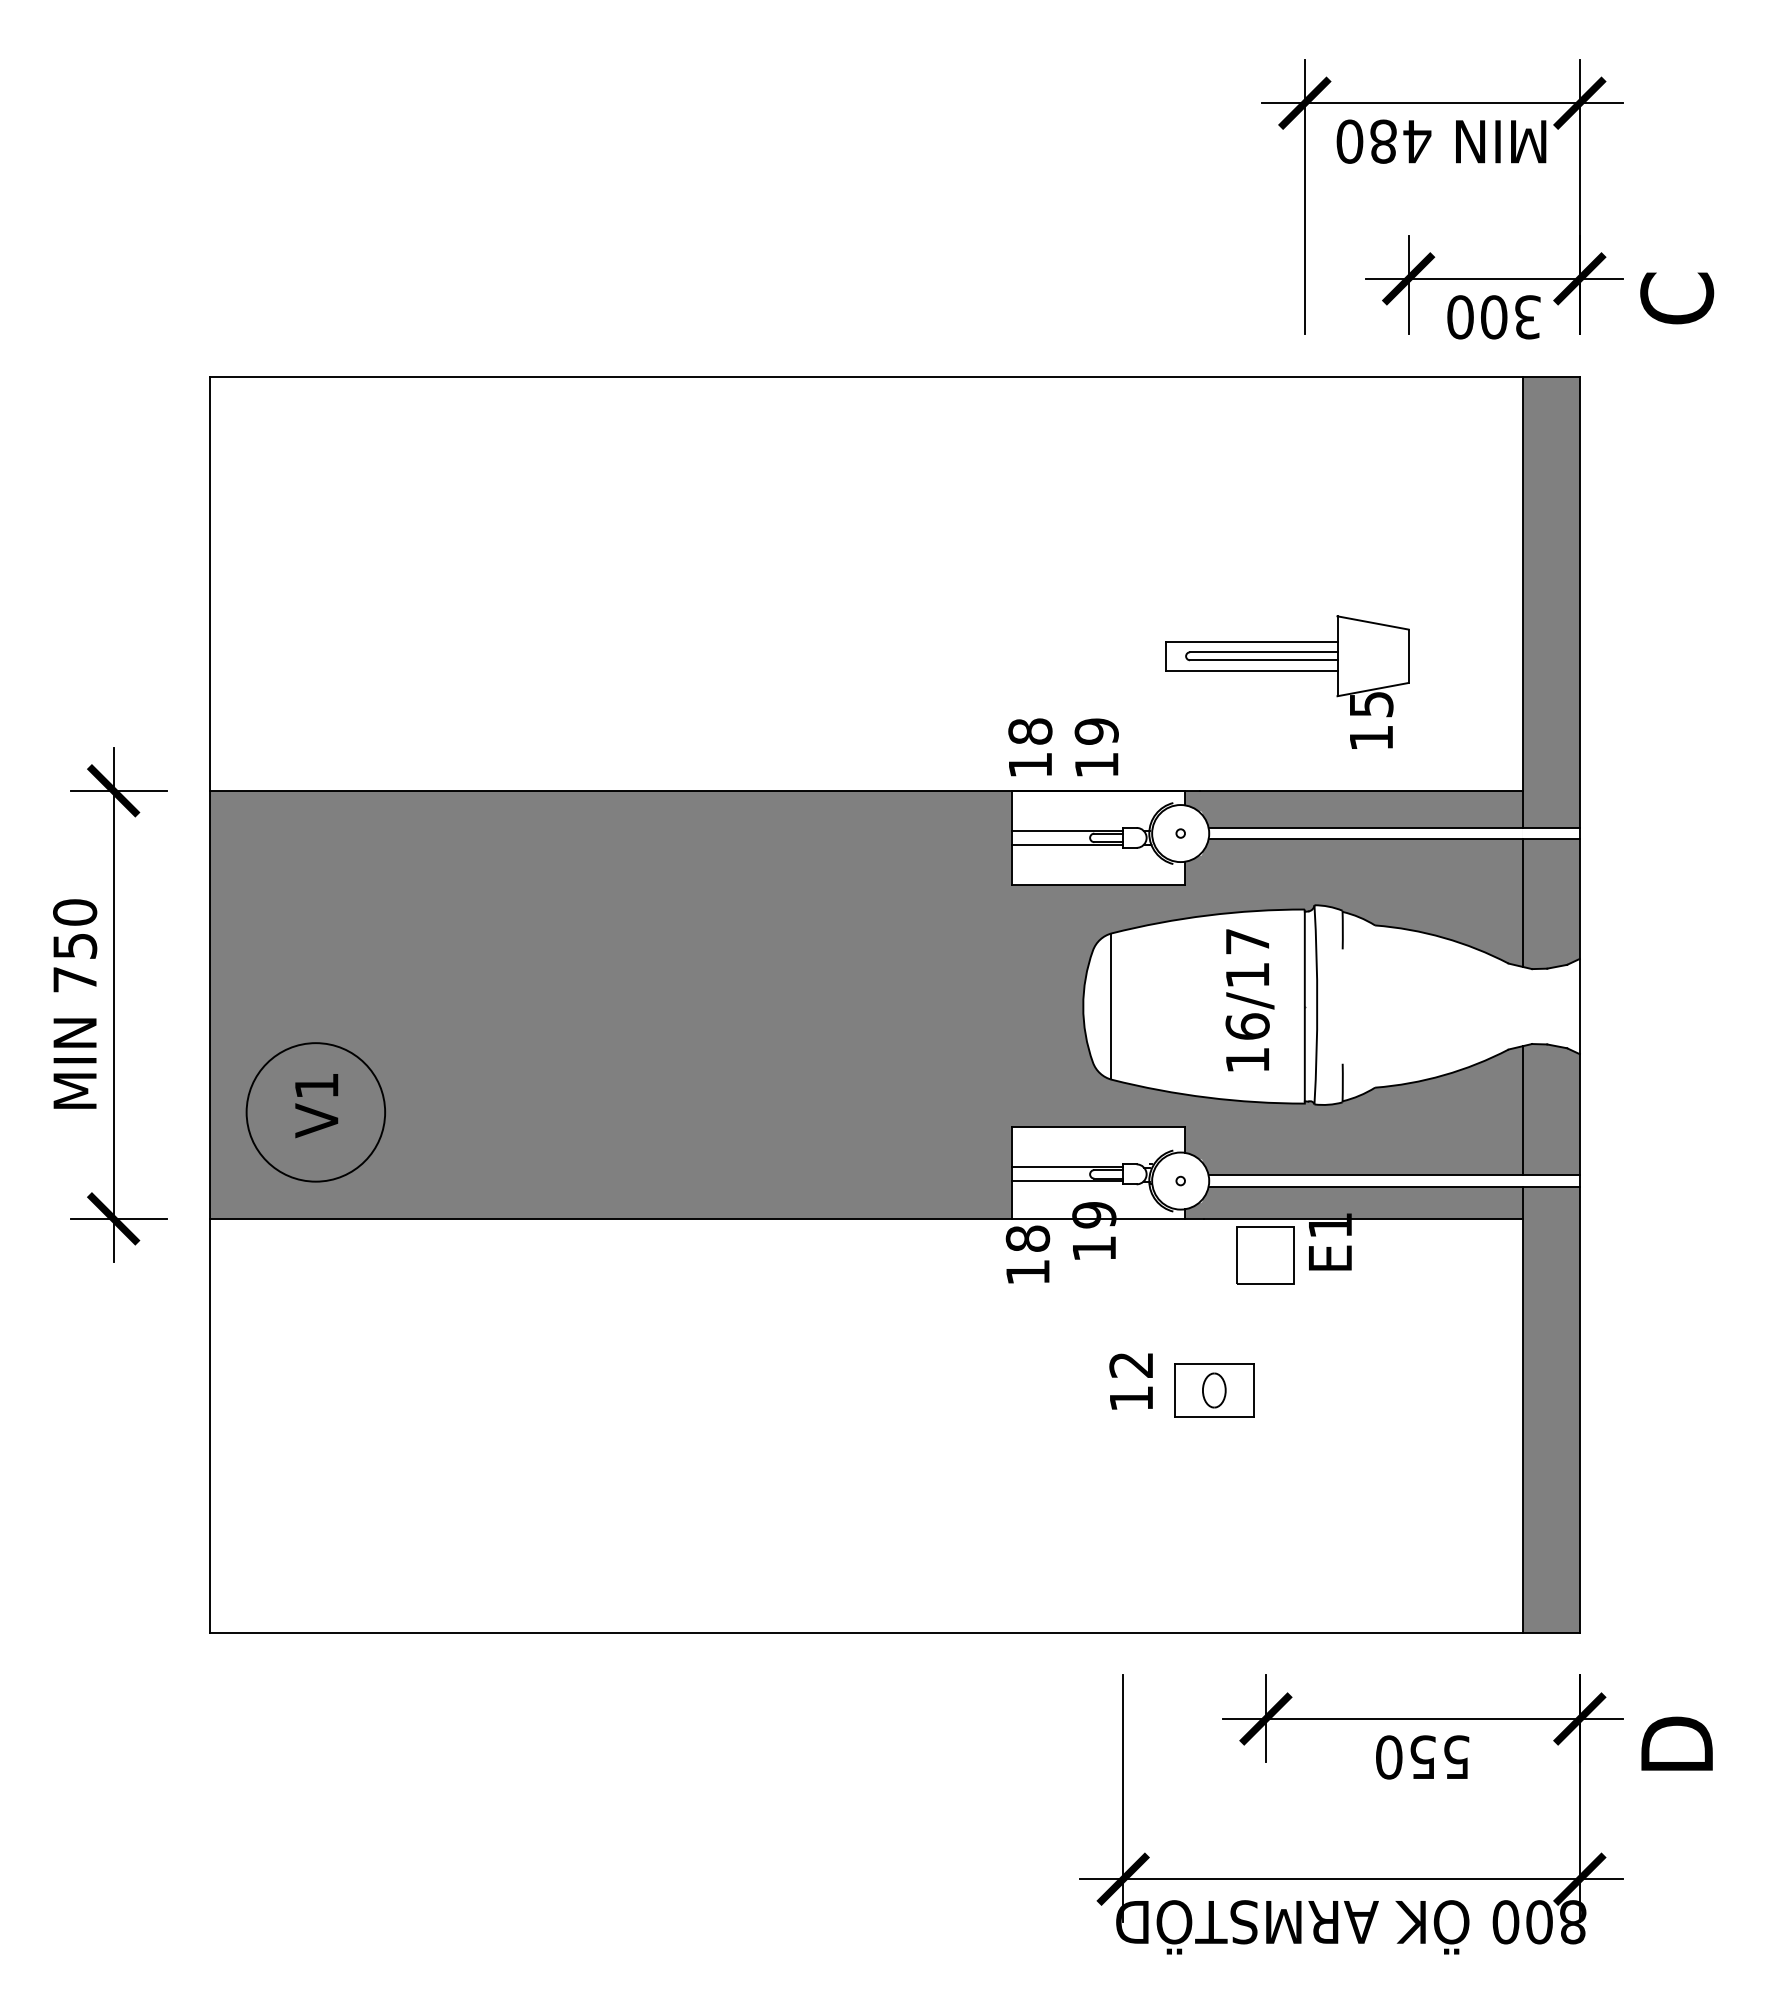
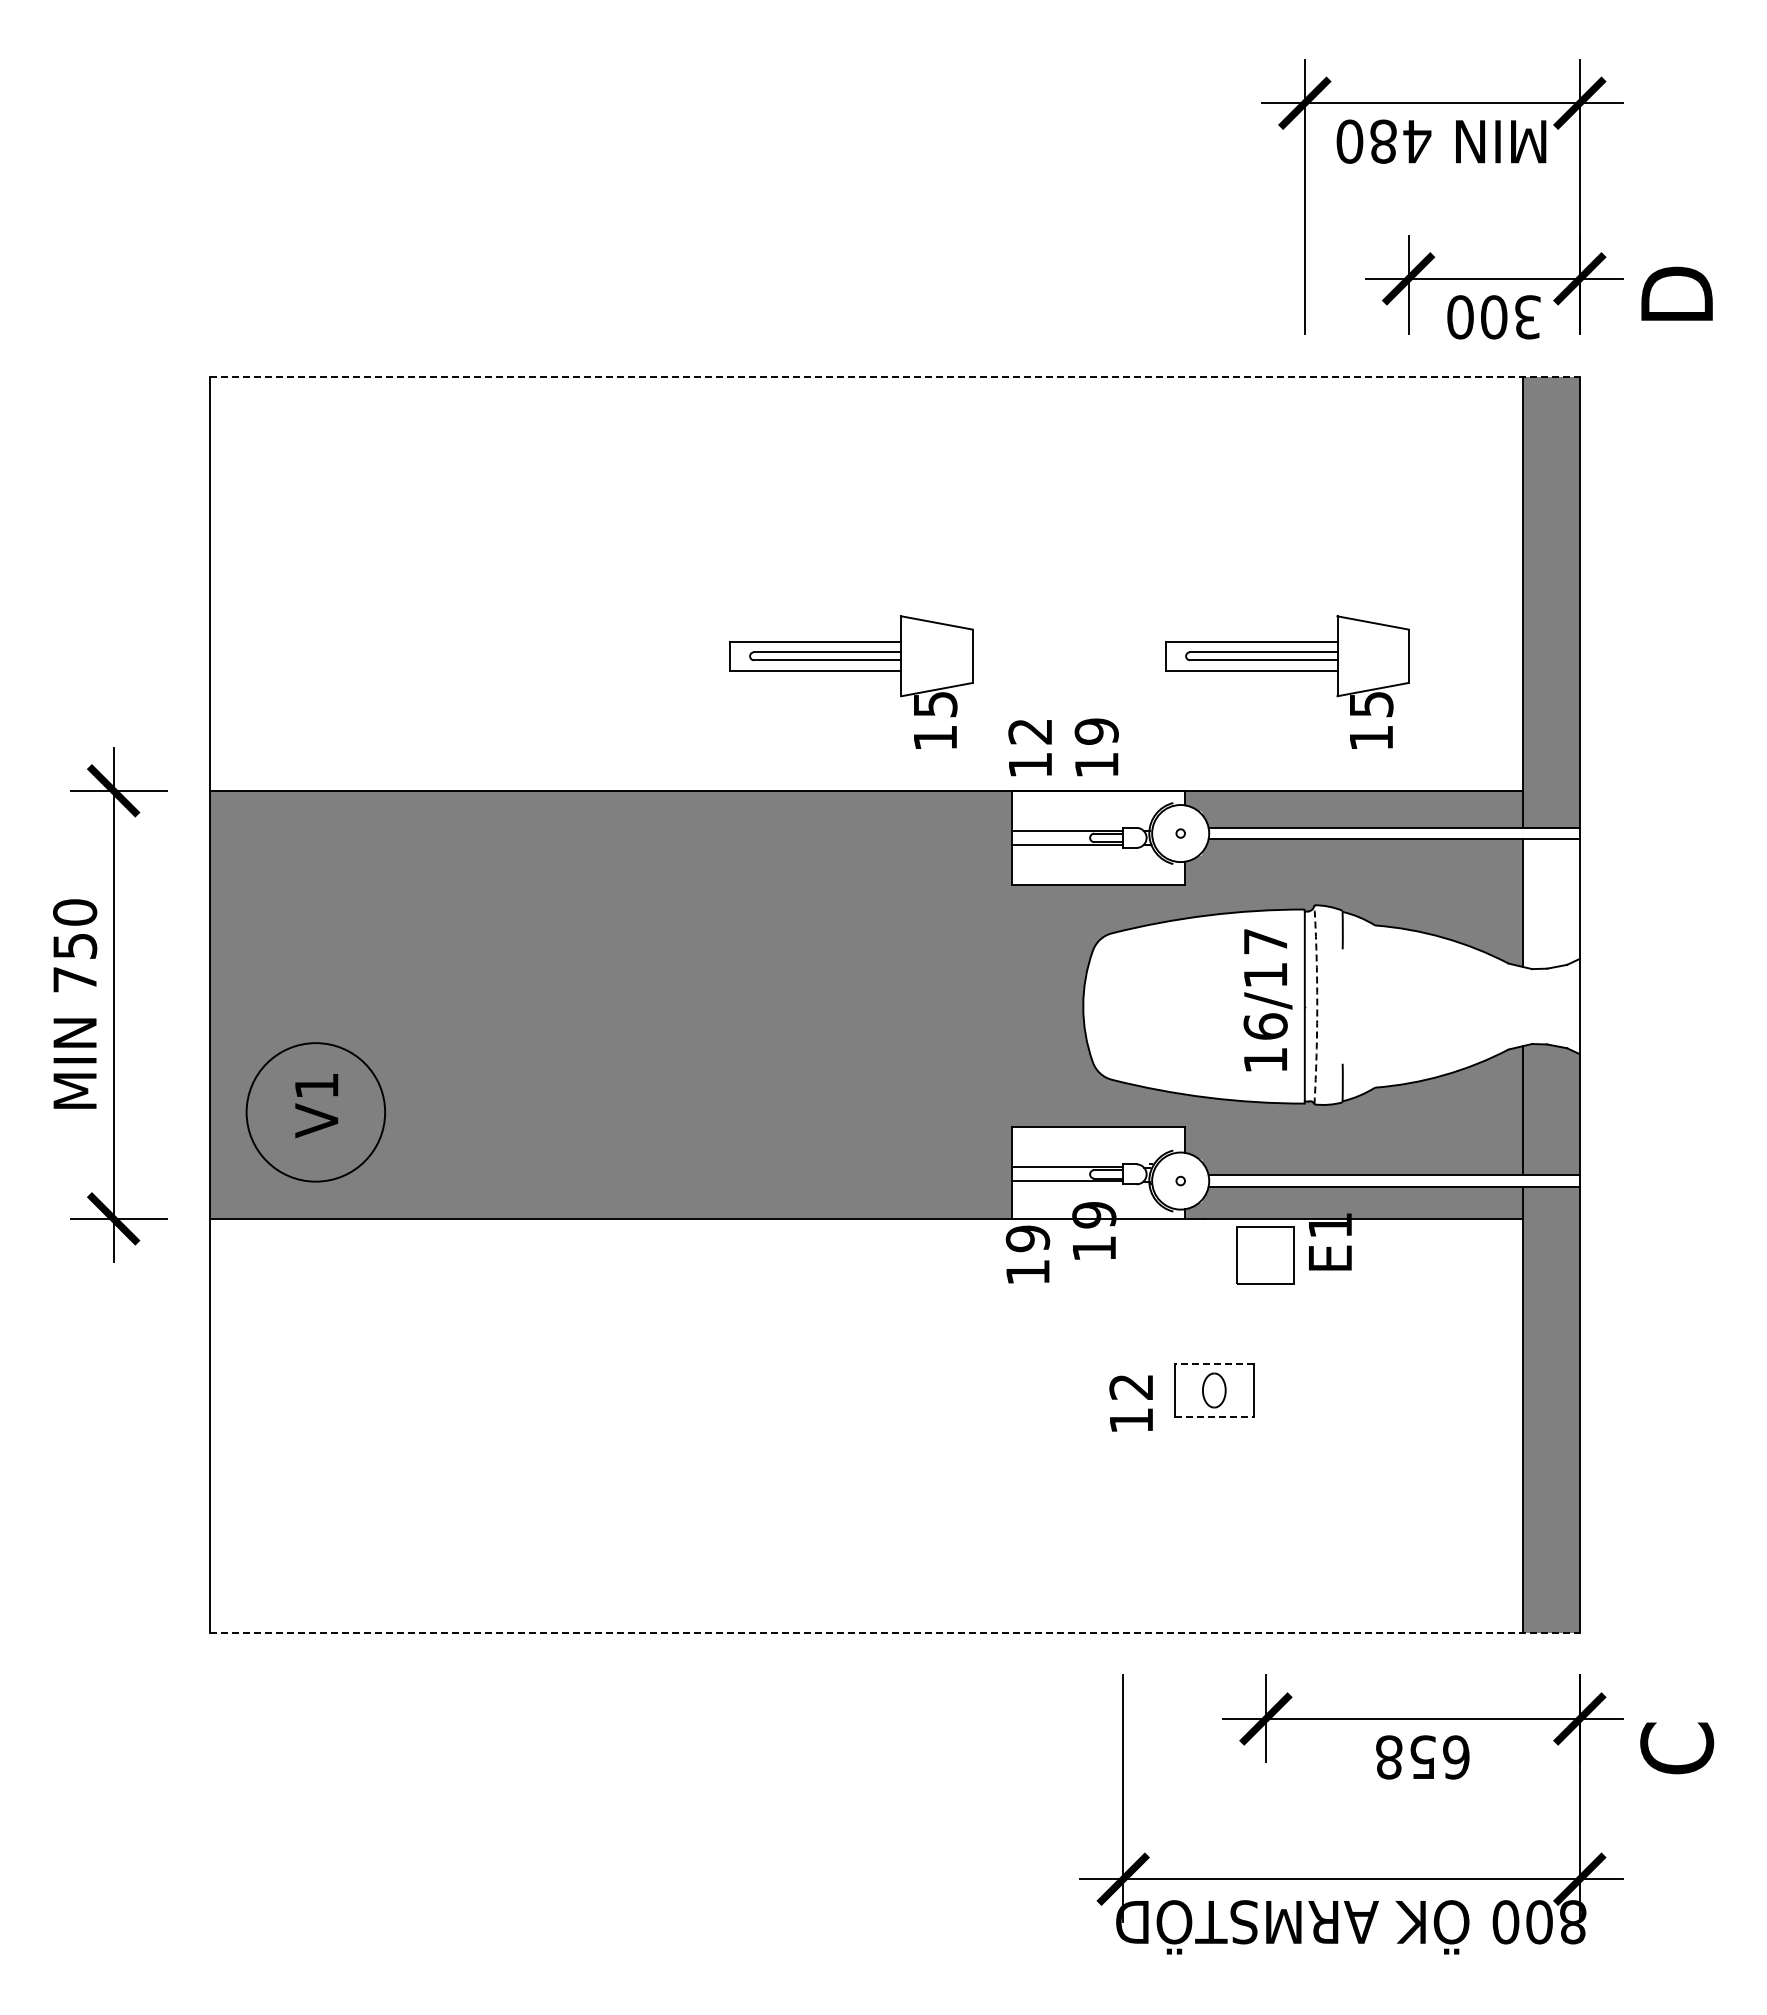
text at (1677, 295): C -> D
line at (894, 377): solid -> dashed
part at (851, 671): none -> present
text at (1030, 731): 18 -> 12
fill at (1550, 904): present -> none
text at (1249, 1000) position: (1249, 1000) -> (1267, 1000)
arc at (1317, 1004): solid -> dashed
line at (1110, 1006): present -> none
text at (1028, 1238): 18 -> 19
line at (1213, 1363): solid -> dashed
text at (1130, 1381) position: (1130, 1381) -> (1130, 1403)
line at (1214, 1417): solid -> dashed
line at (894, 1632): solid -> dashed
text at (1677, 1745): D -> C
text at (1422, 1757): 550 -> 658
